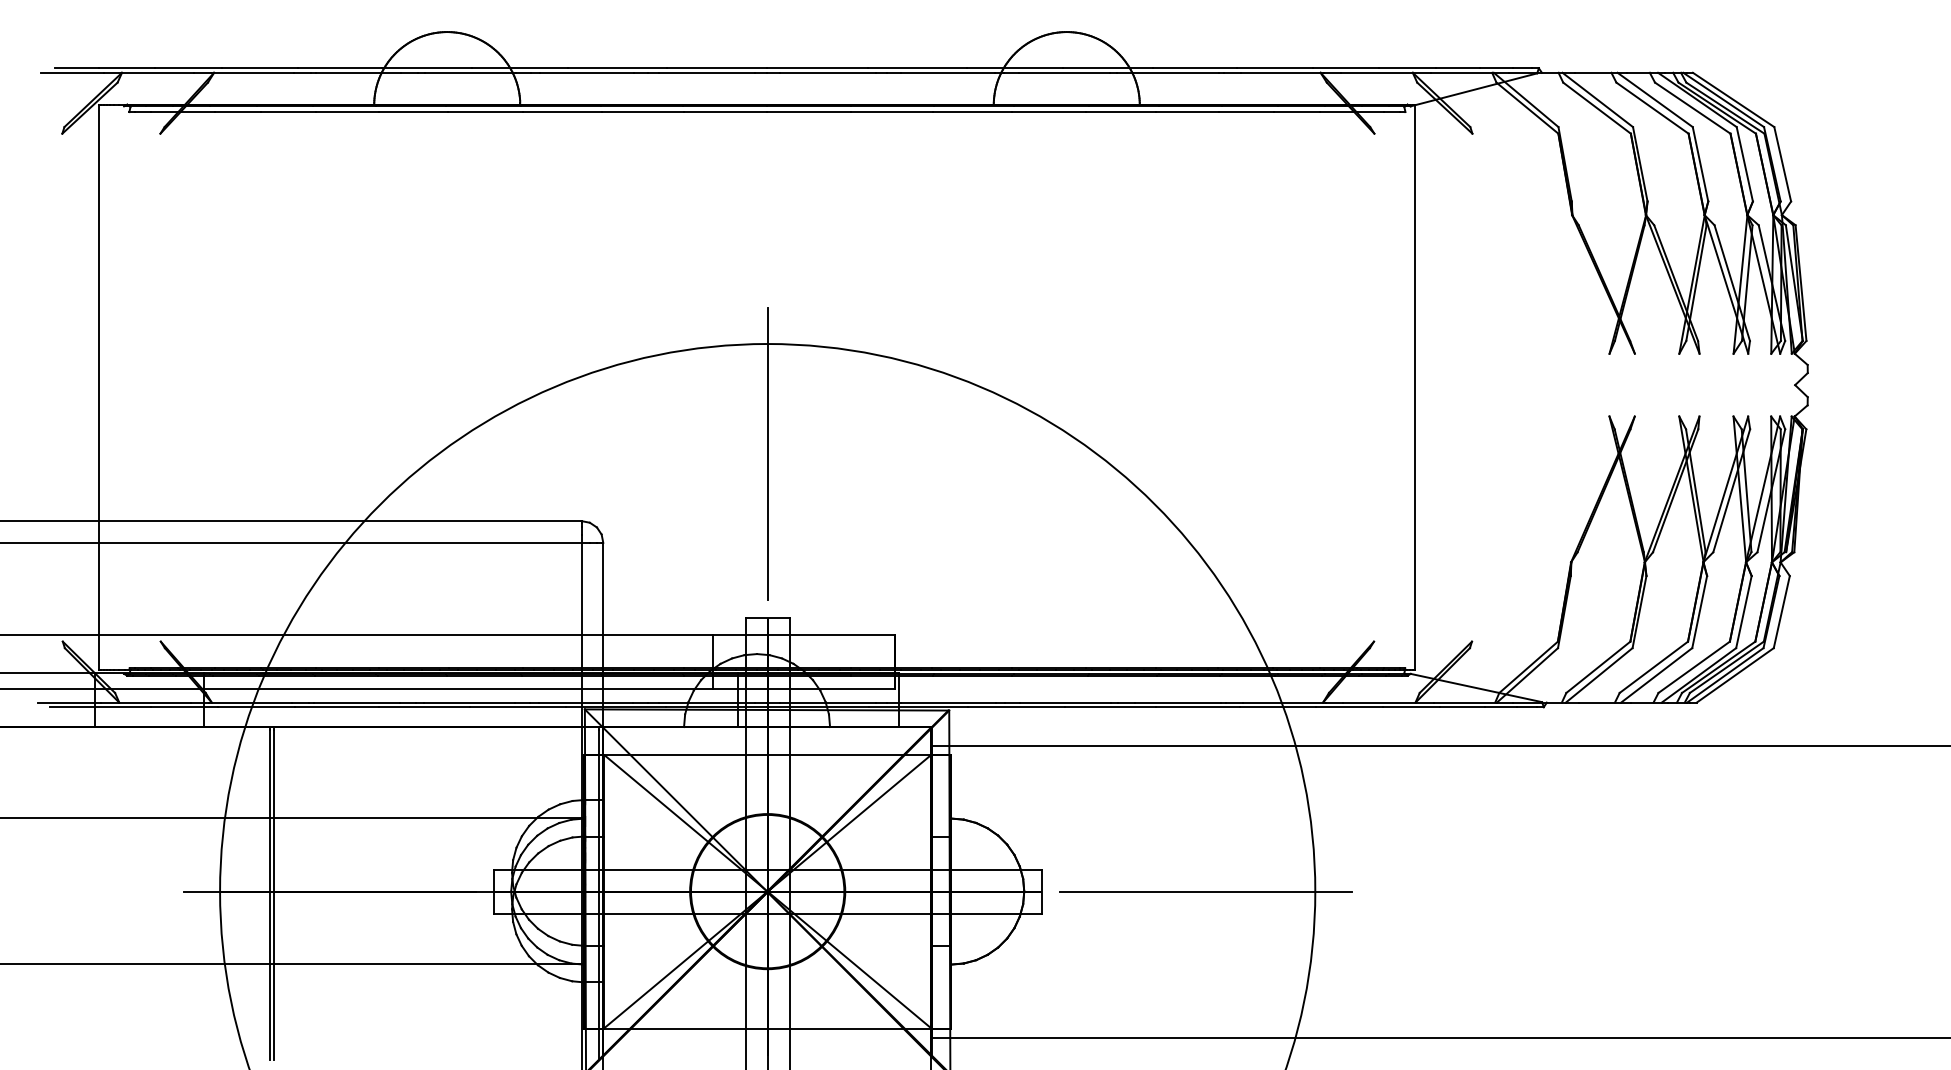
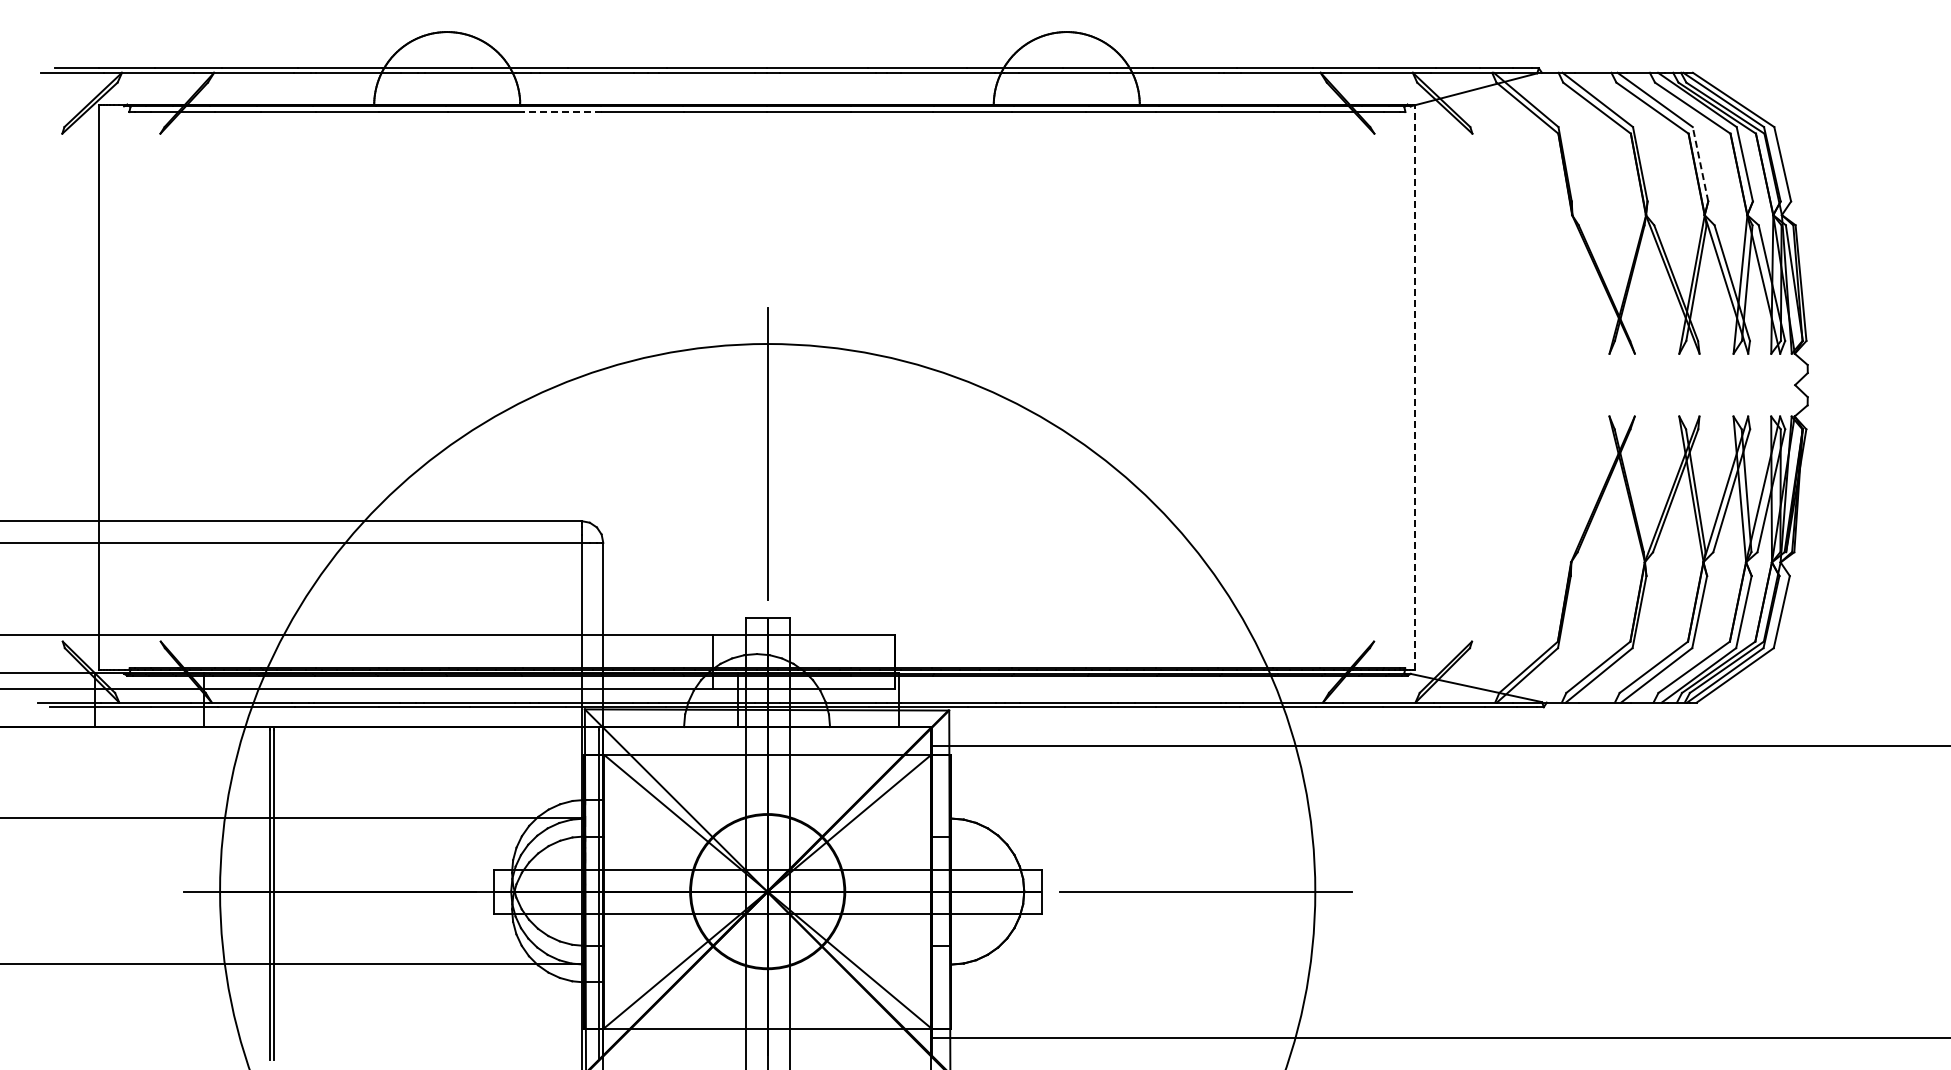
line at (562, 112): solid -> dashed
line at (1700, 163): solid -> dashed
line at (1415, 387): solid -> dashed
